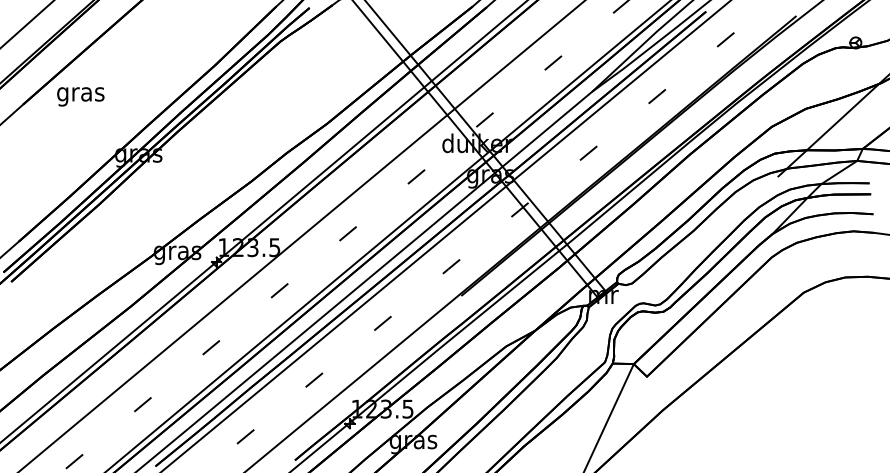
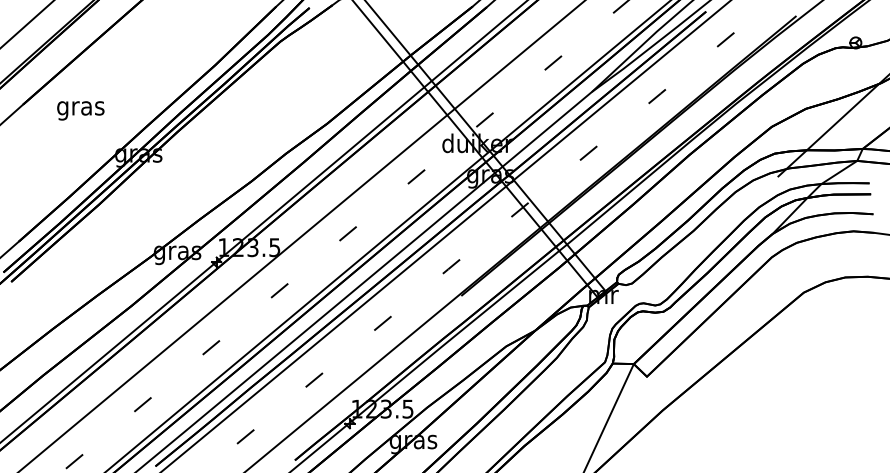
text at (80, 96) position: (80, 96) -> (80, 110)
